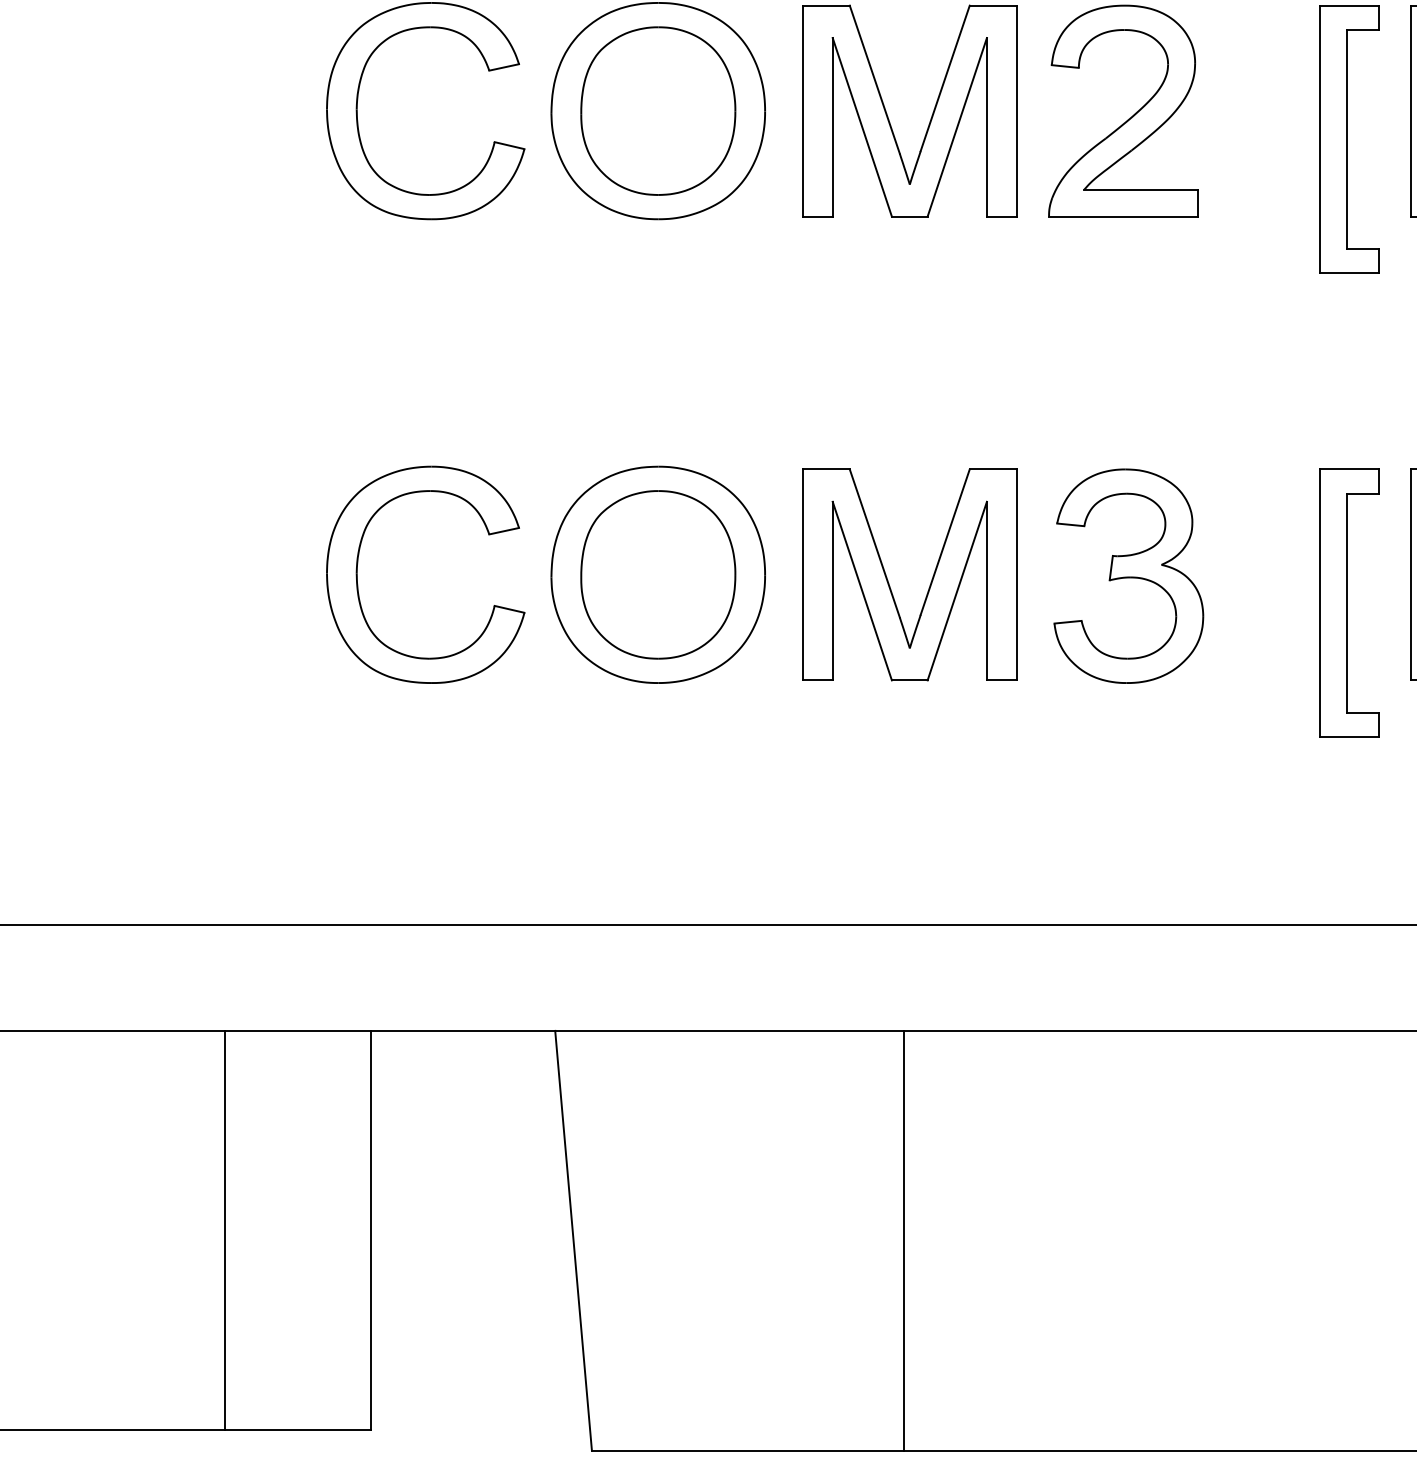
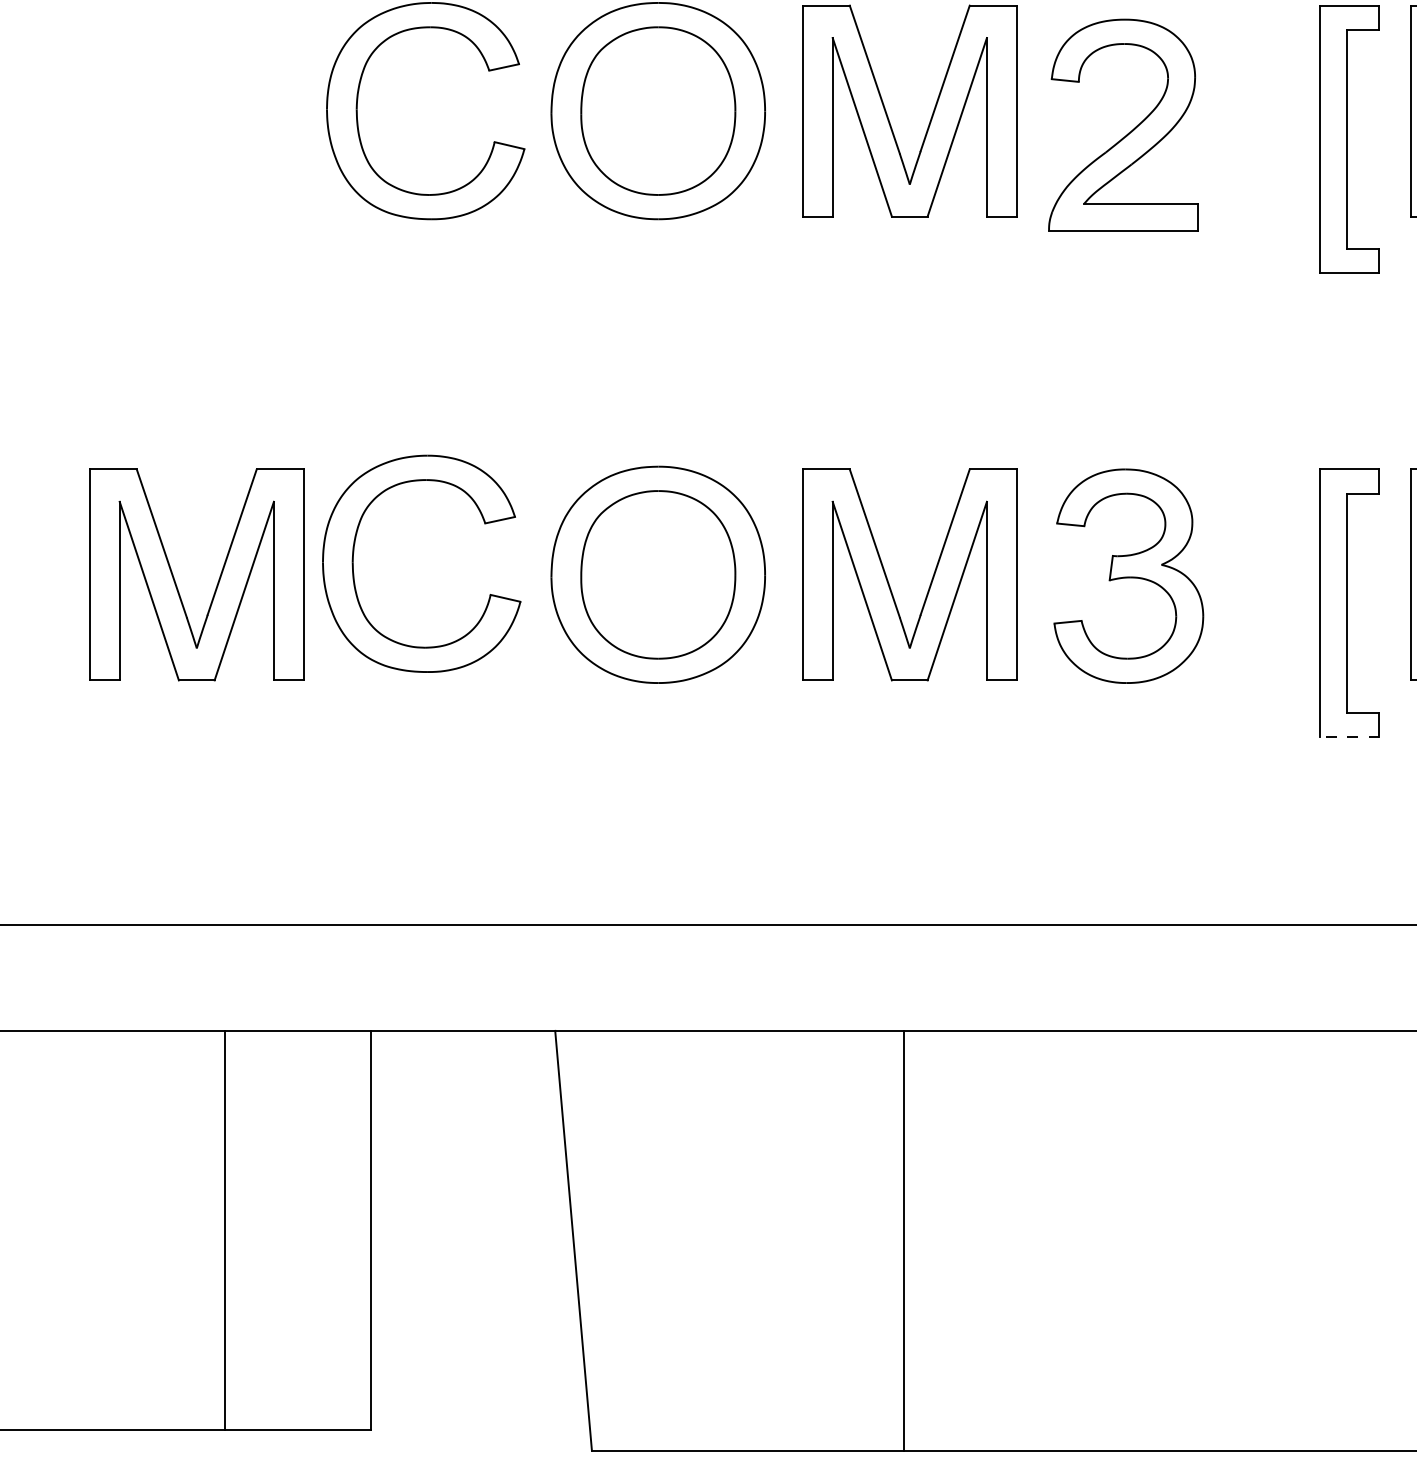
part at (1128, 118) position: (1128, 118) -> (1128, 132)
part at (175, 580): none -> present
part at (358, 584) position: (358, 584) -> (354, 573)
line at (1349, 737): solid -> dashed
